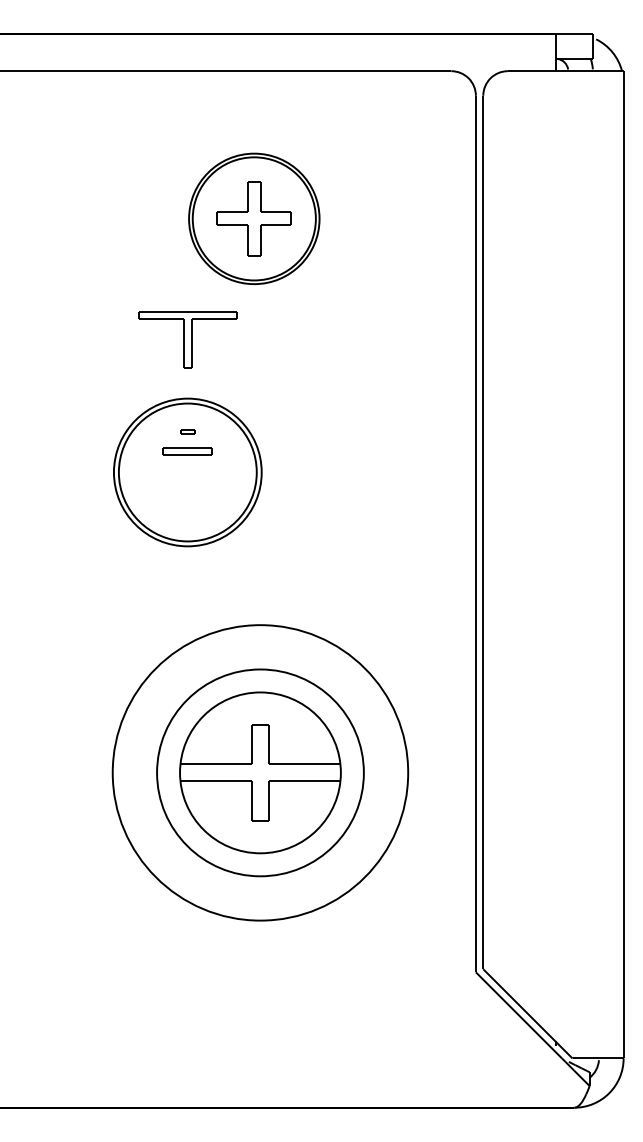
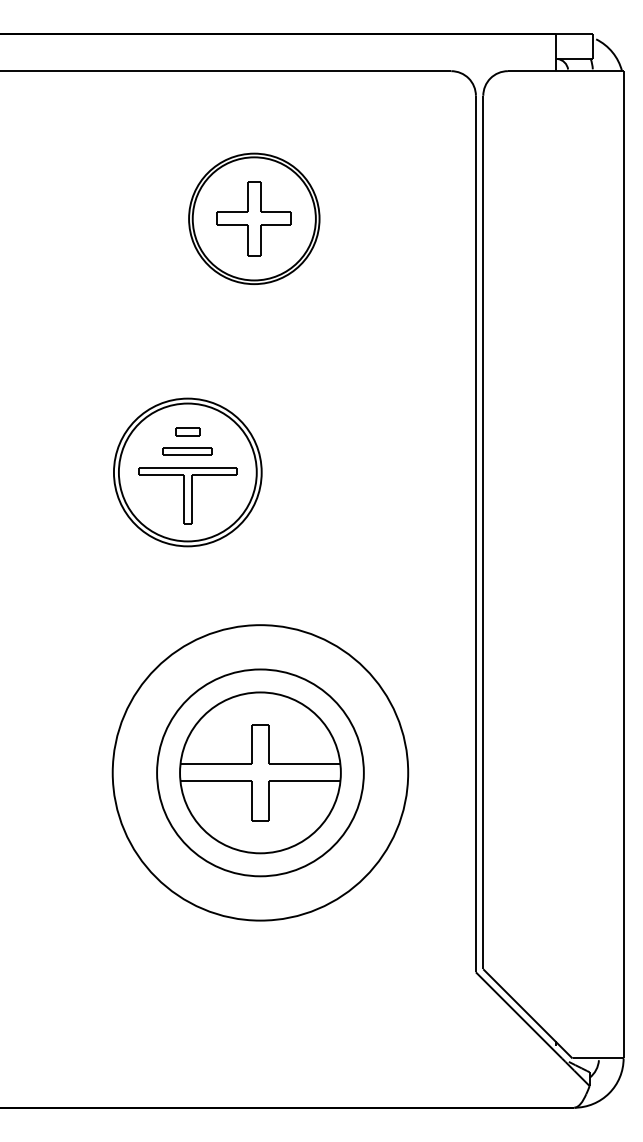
part at (187, 339) position: (187, 339) -> (187, 495)
part at (187, 431) size: 16x6 px -> 26x10 px
